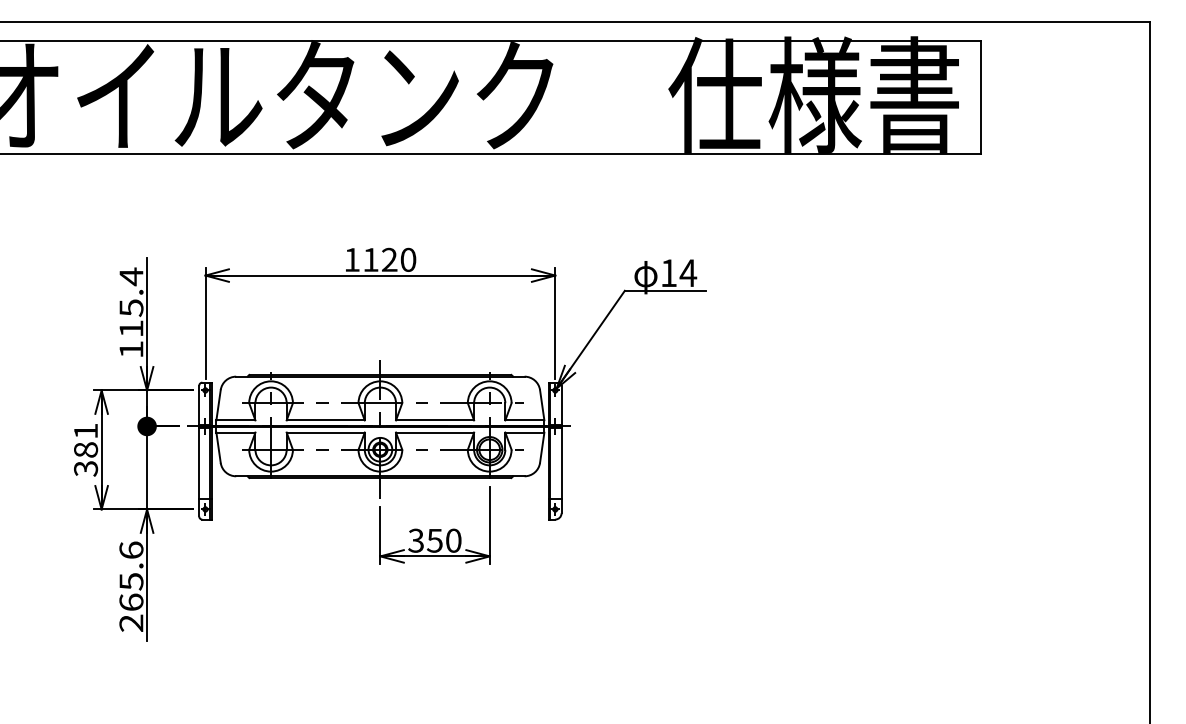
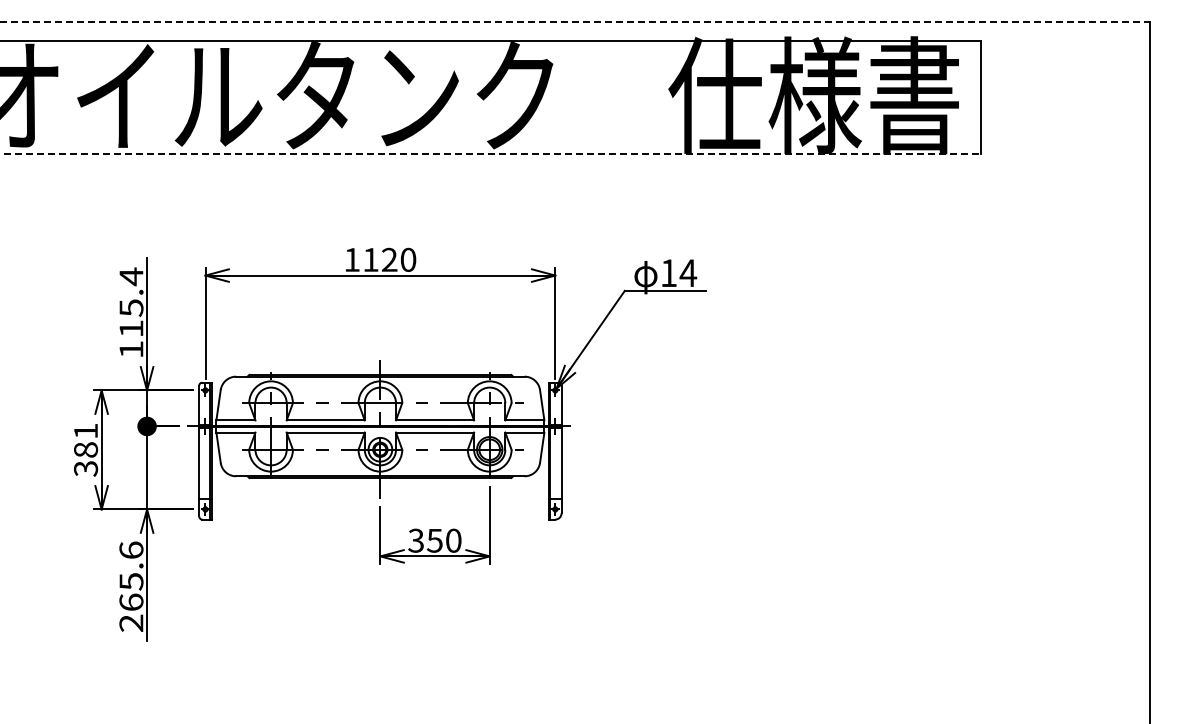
line at (575, 21): solid -> dashed
line at (491, 153): solid -> dashed
